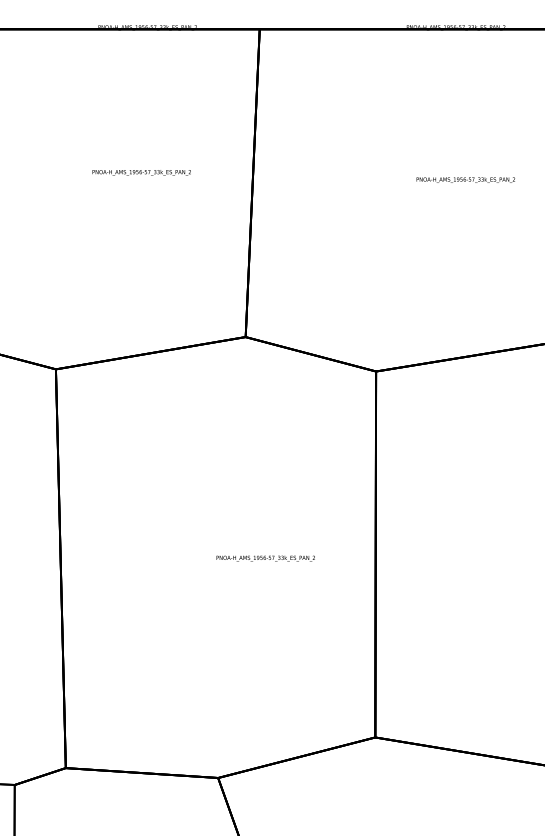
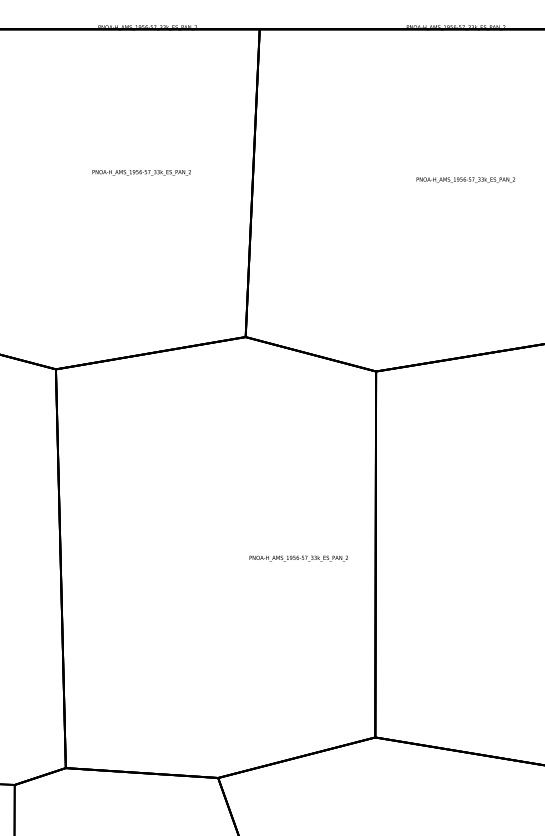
text at (265, 558) position: (265, 558) -> (298, 558)
